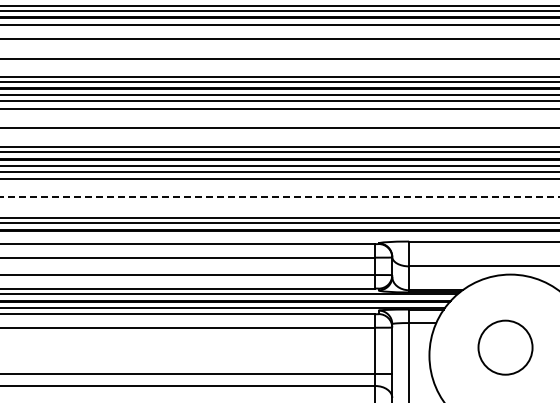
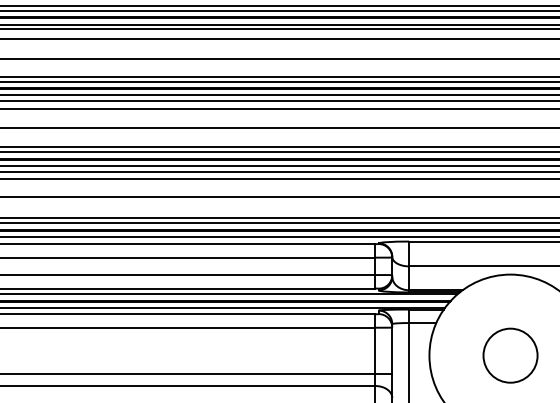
line at (279, 29): none -> present
line at (280, 197): dashed -> solid
line at (279, 237): none -> present
circle at (505, 347) position: (505, 347) -> (510, 355)
